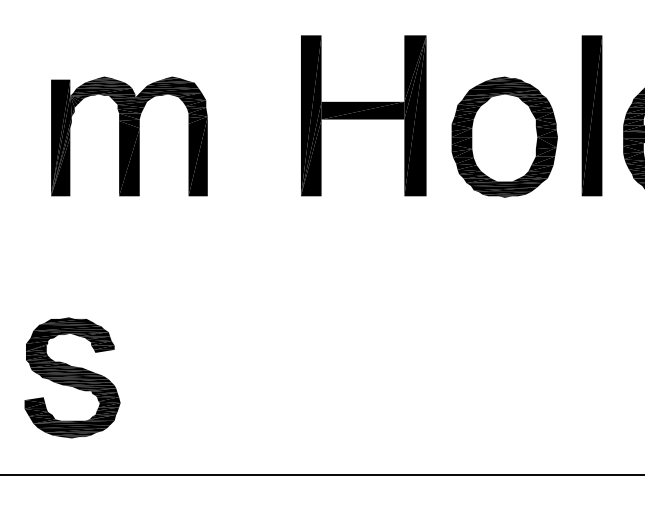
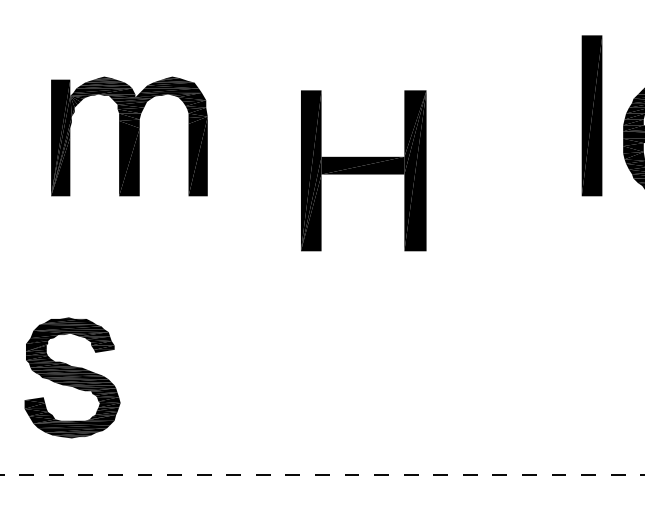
part at (363, 115) position: (363, 115) -> (363, 170)
part at (504, 136): present -> none
line at (322, 475): solid -> dashed
